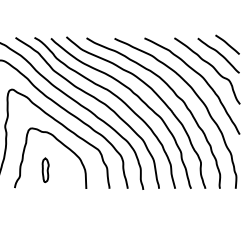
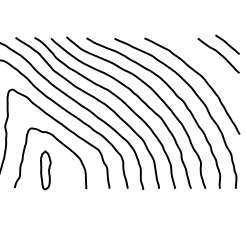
curve at (209, 65): present -> none
part at (45, 169) size: 9x26 px -> 12x41 px
